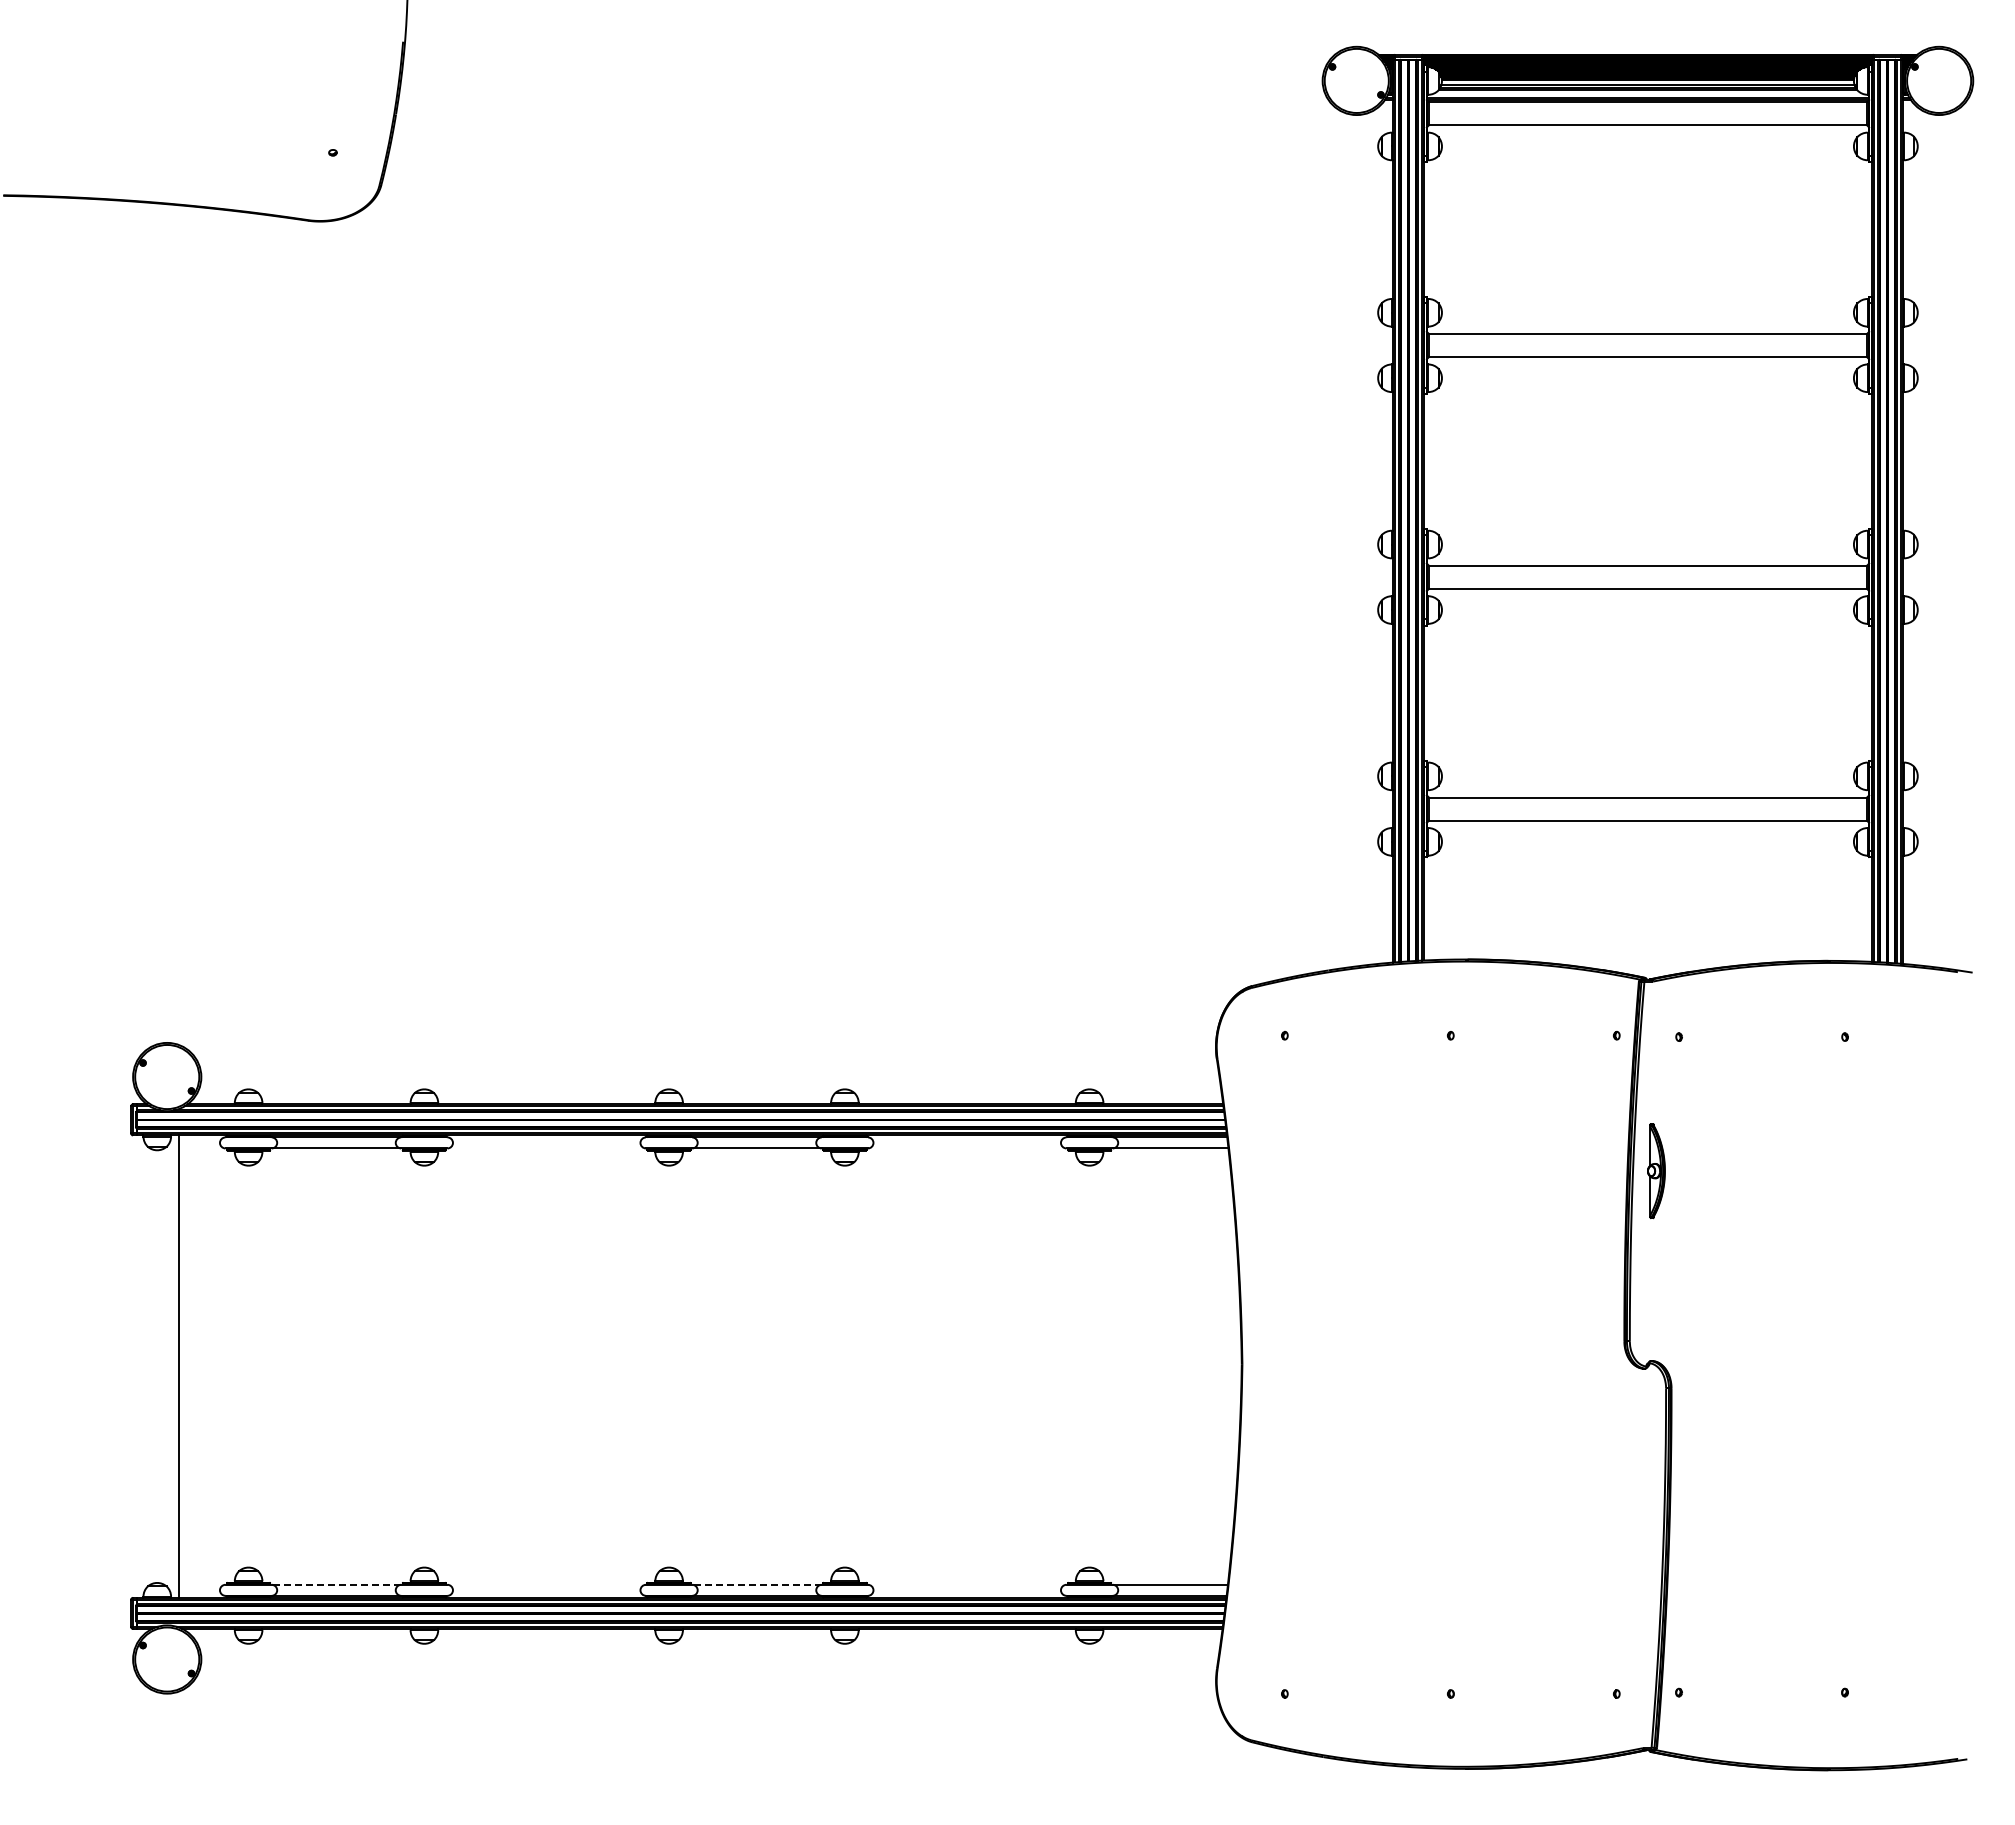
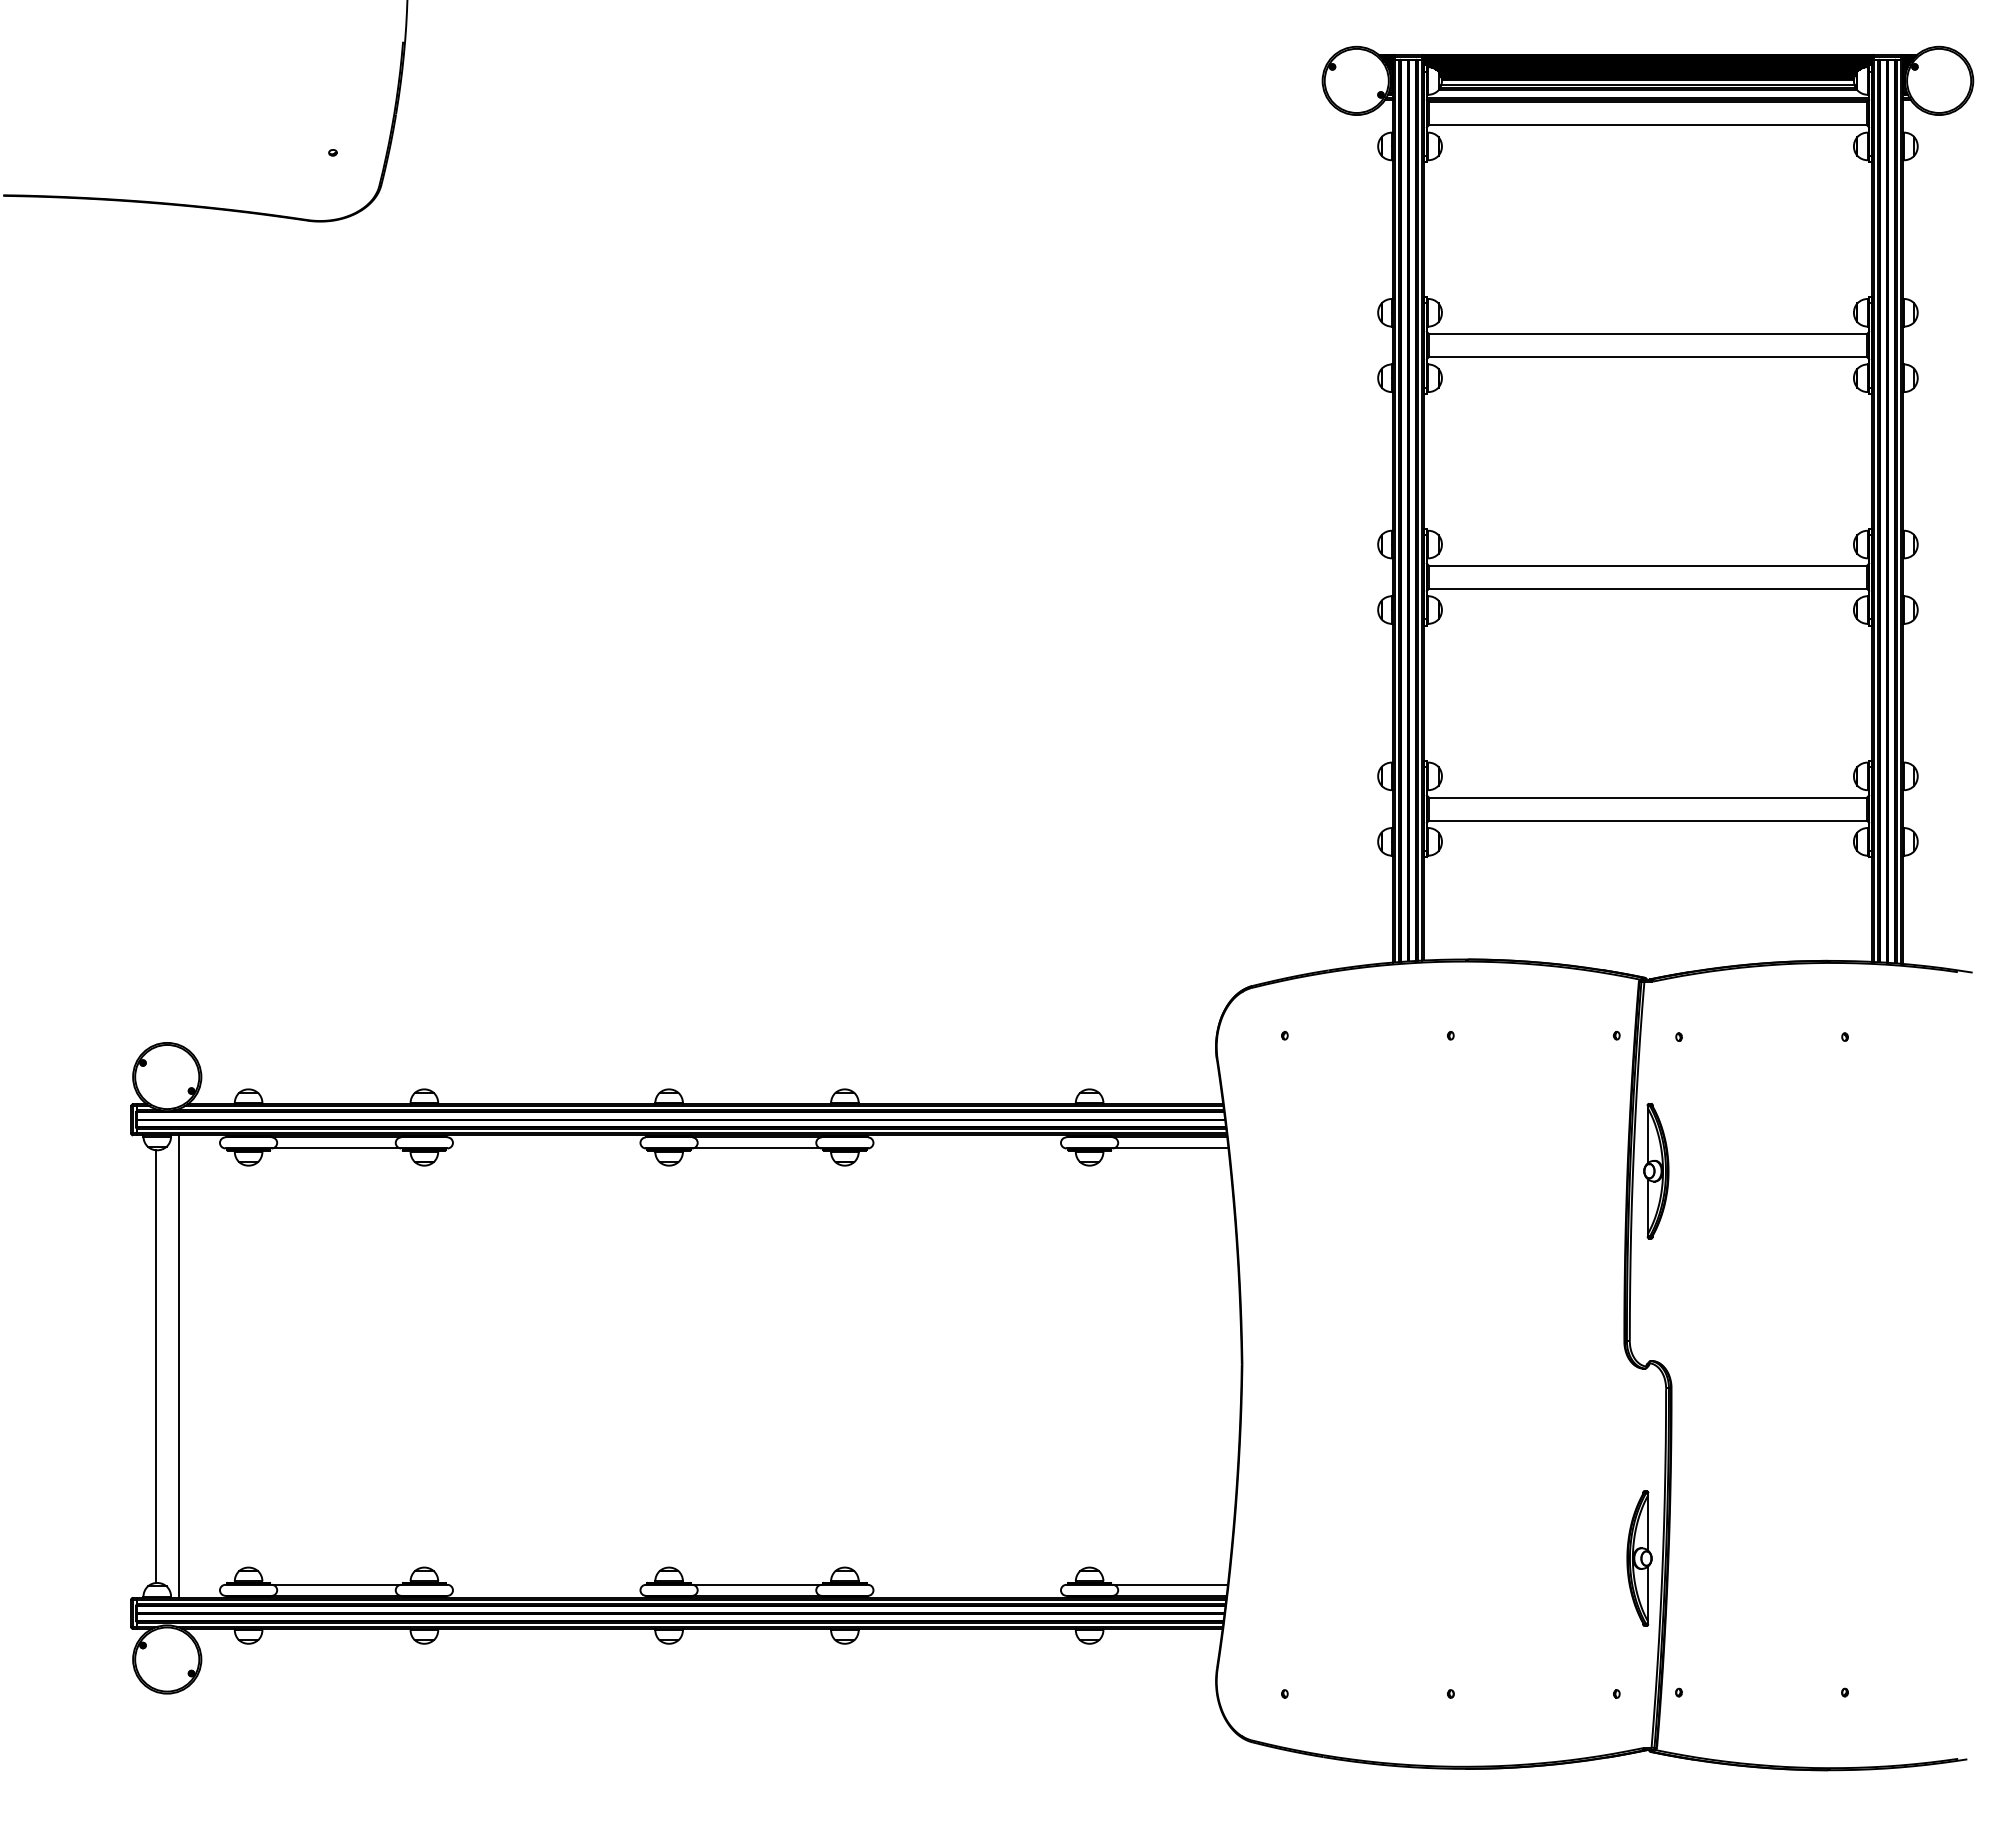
part at (1656, 1171) size: 19x97 px -> 27x138 px
line at (155, 1366): none -> present
part at (1639, 1558): none -> present
line at (336, 1584): dashed -> solid
line at (756, 1584): dashed -> solid
